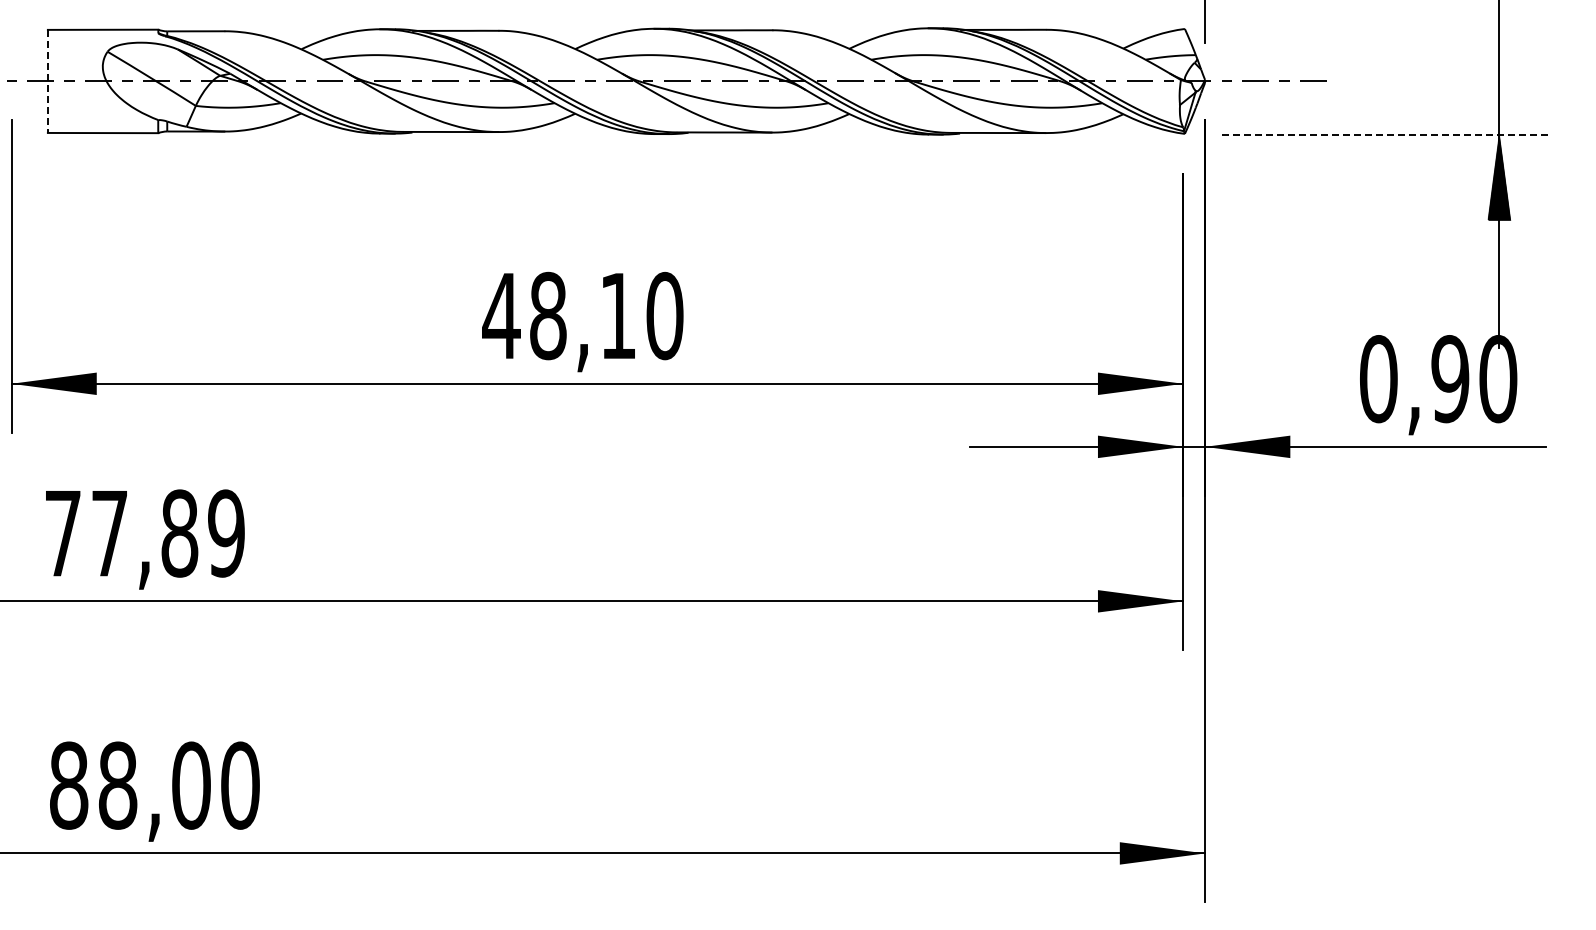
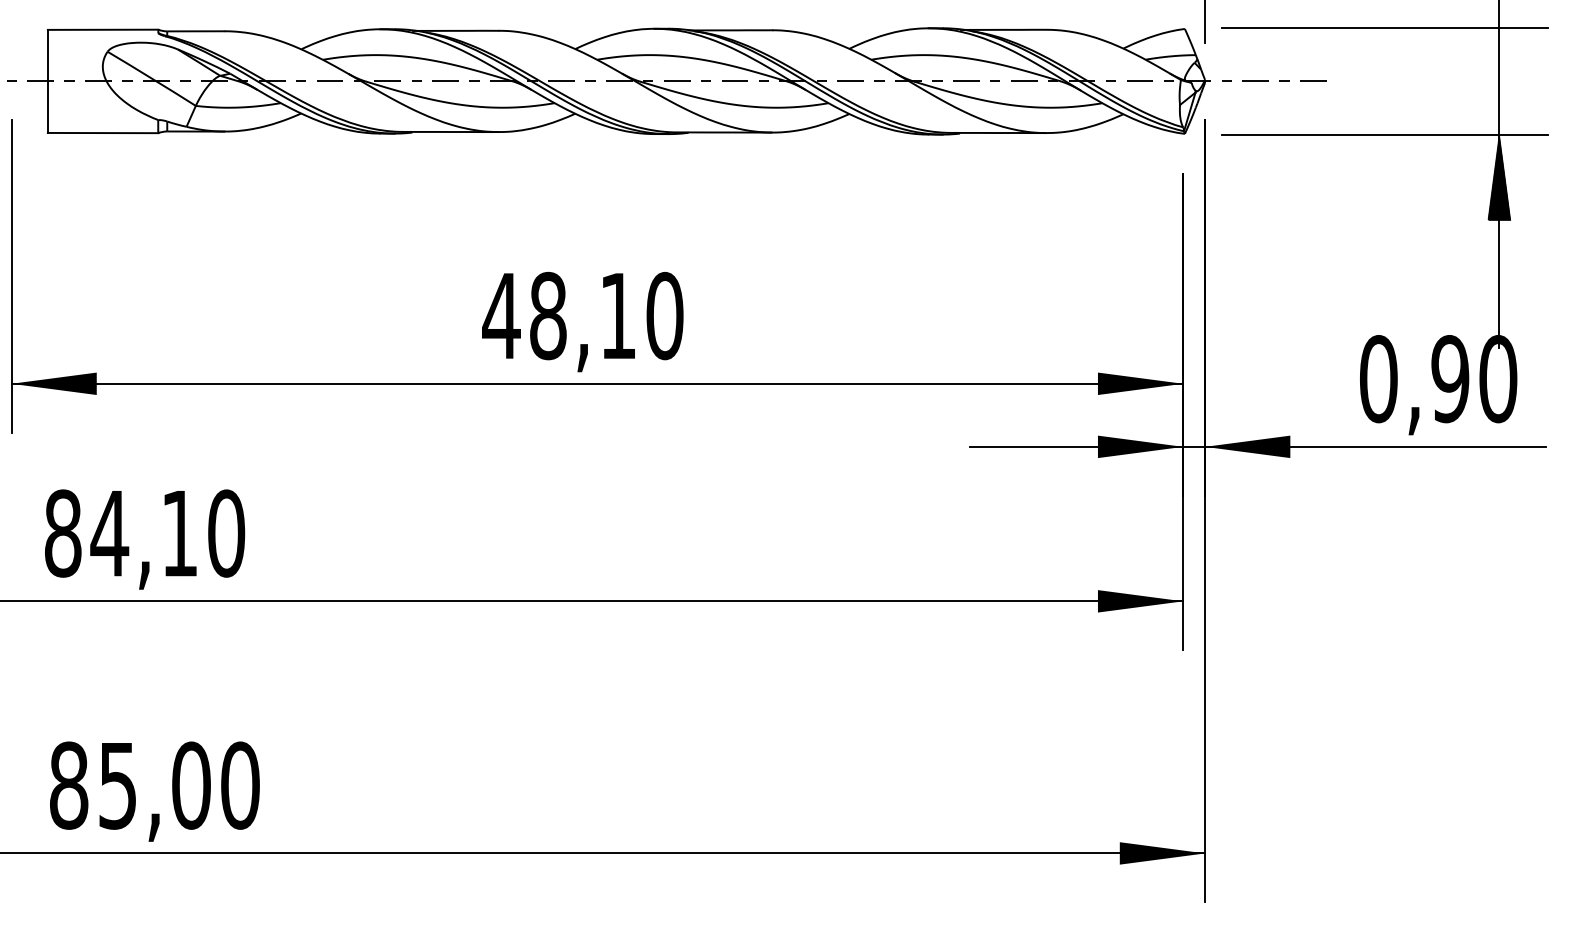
line at (1384, 27): none -> present
line at (47, 81): dashed -> solid
line at (1385, 135): dashed -> solid
text at (145, 533): 77,89 -> 84,10
text at (118, 785): 88,00 -> 85,00
